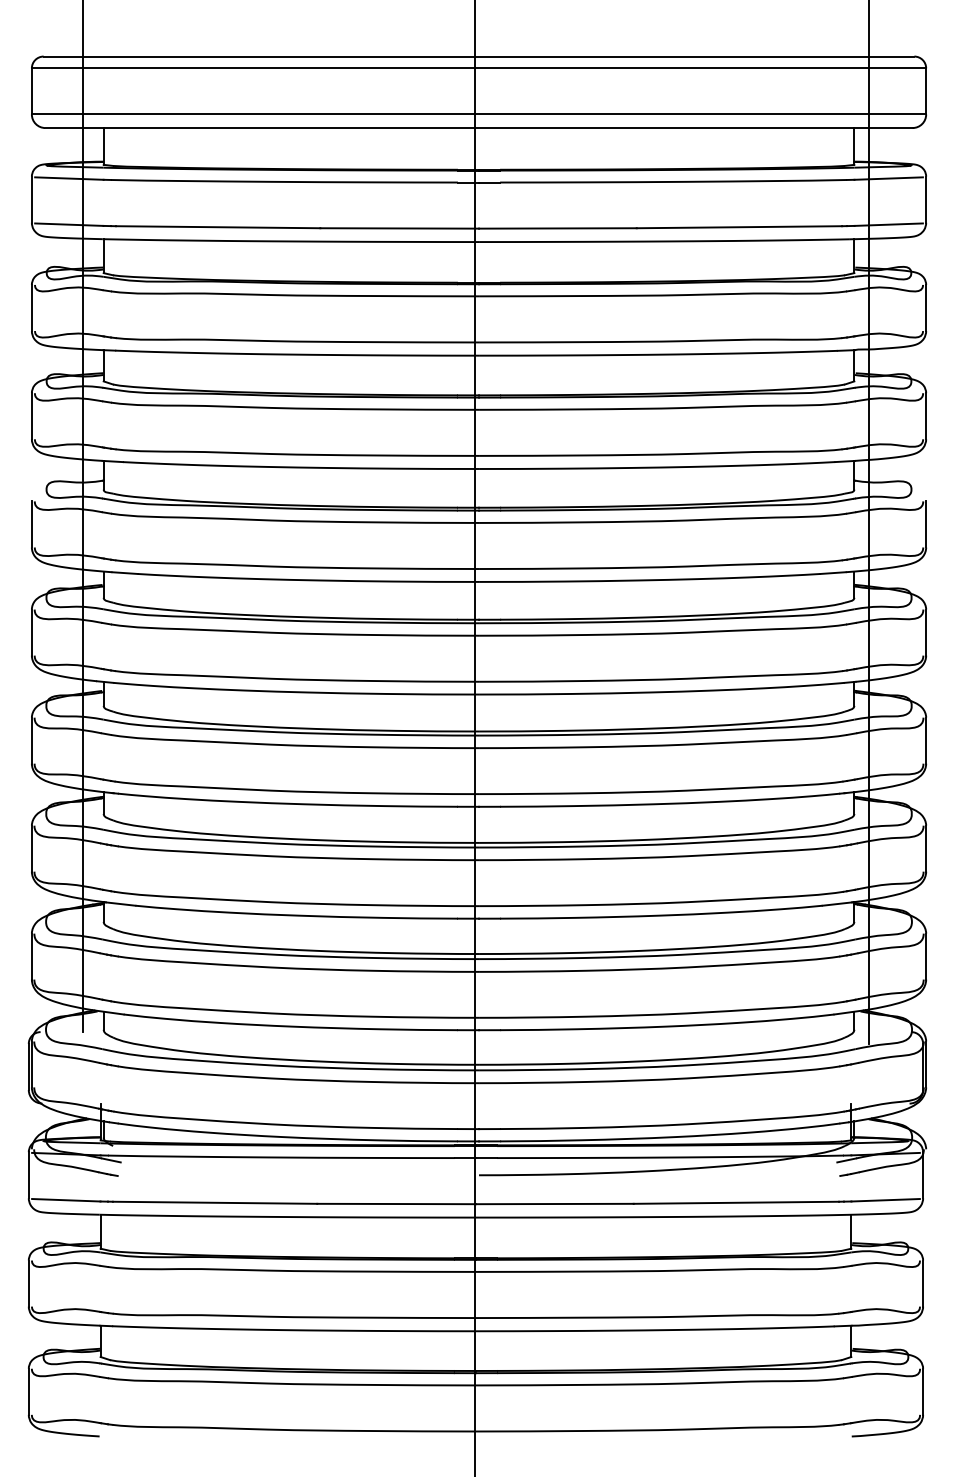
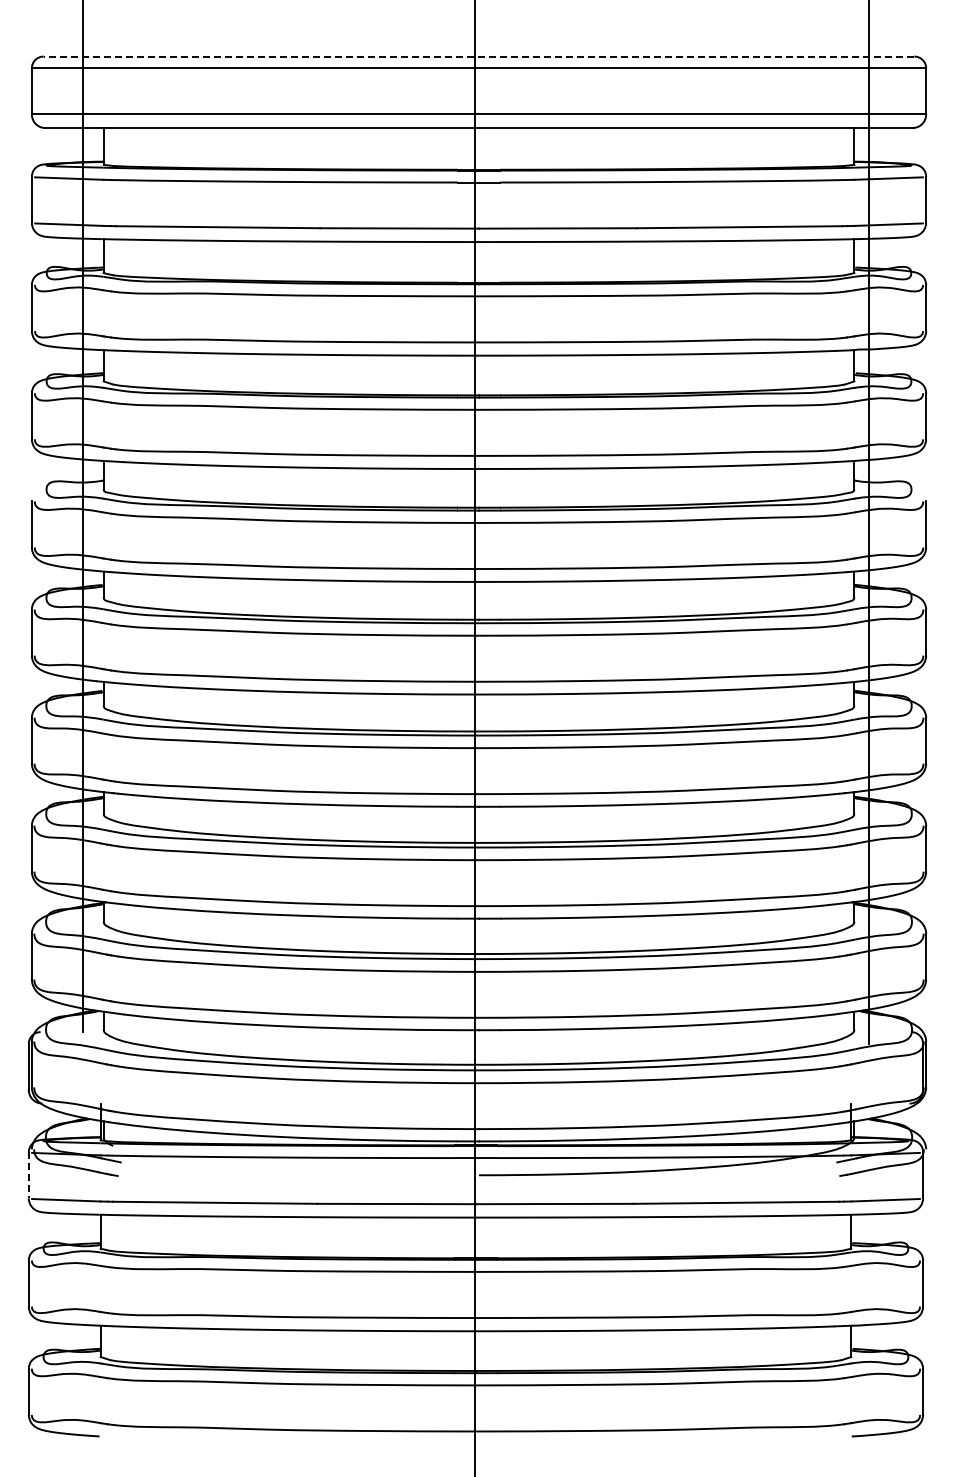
line at (478, 56): solid -> dashed
line at (28, 1175): solid -> dashed
